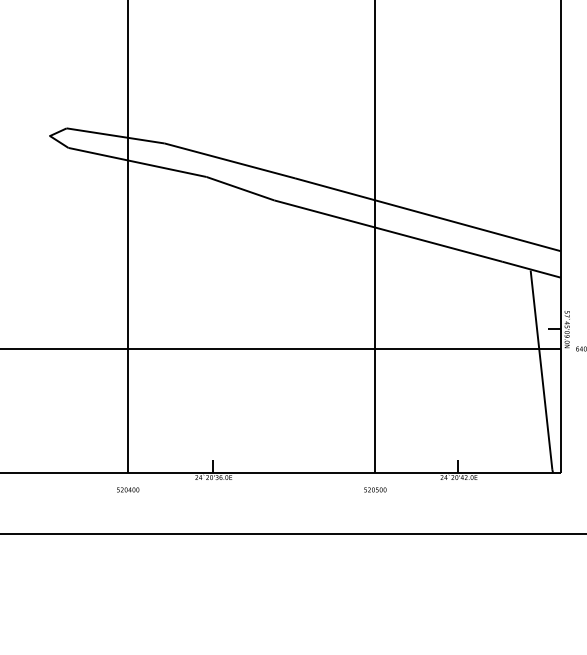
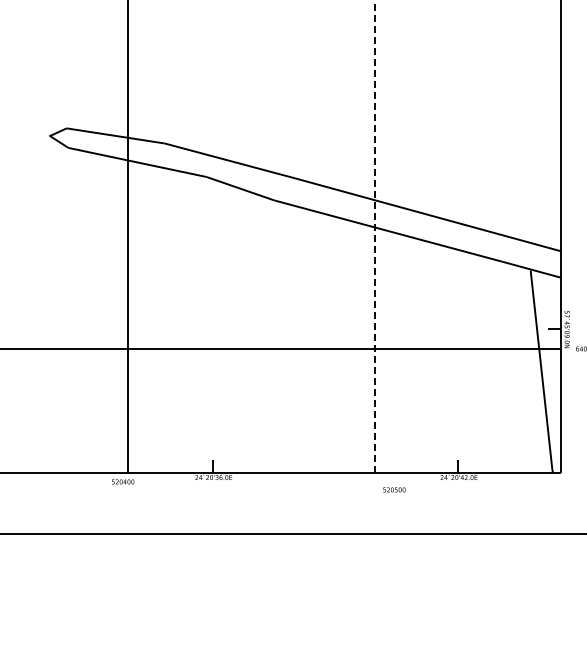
line at (375, 236): solid -> dashed
text at (128, 489) position: (128, 489) -> (123, 481)
text at (375, 489) position: (375, 489) -> (394, 489)
